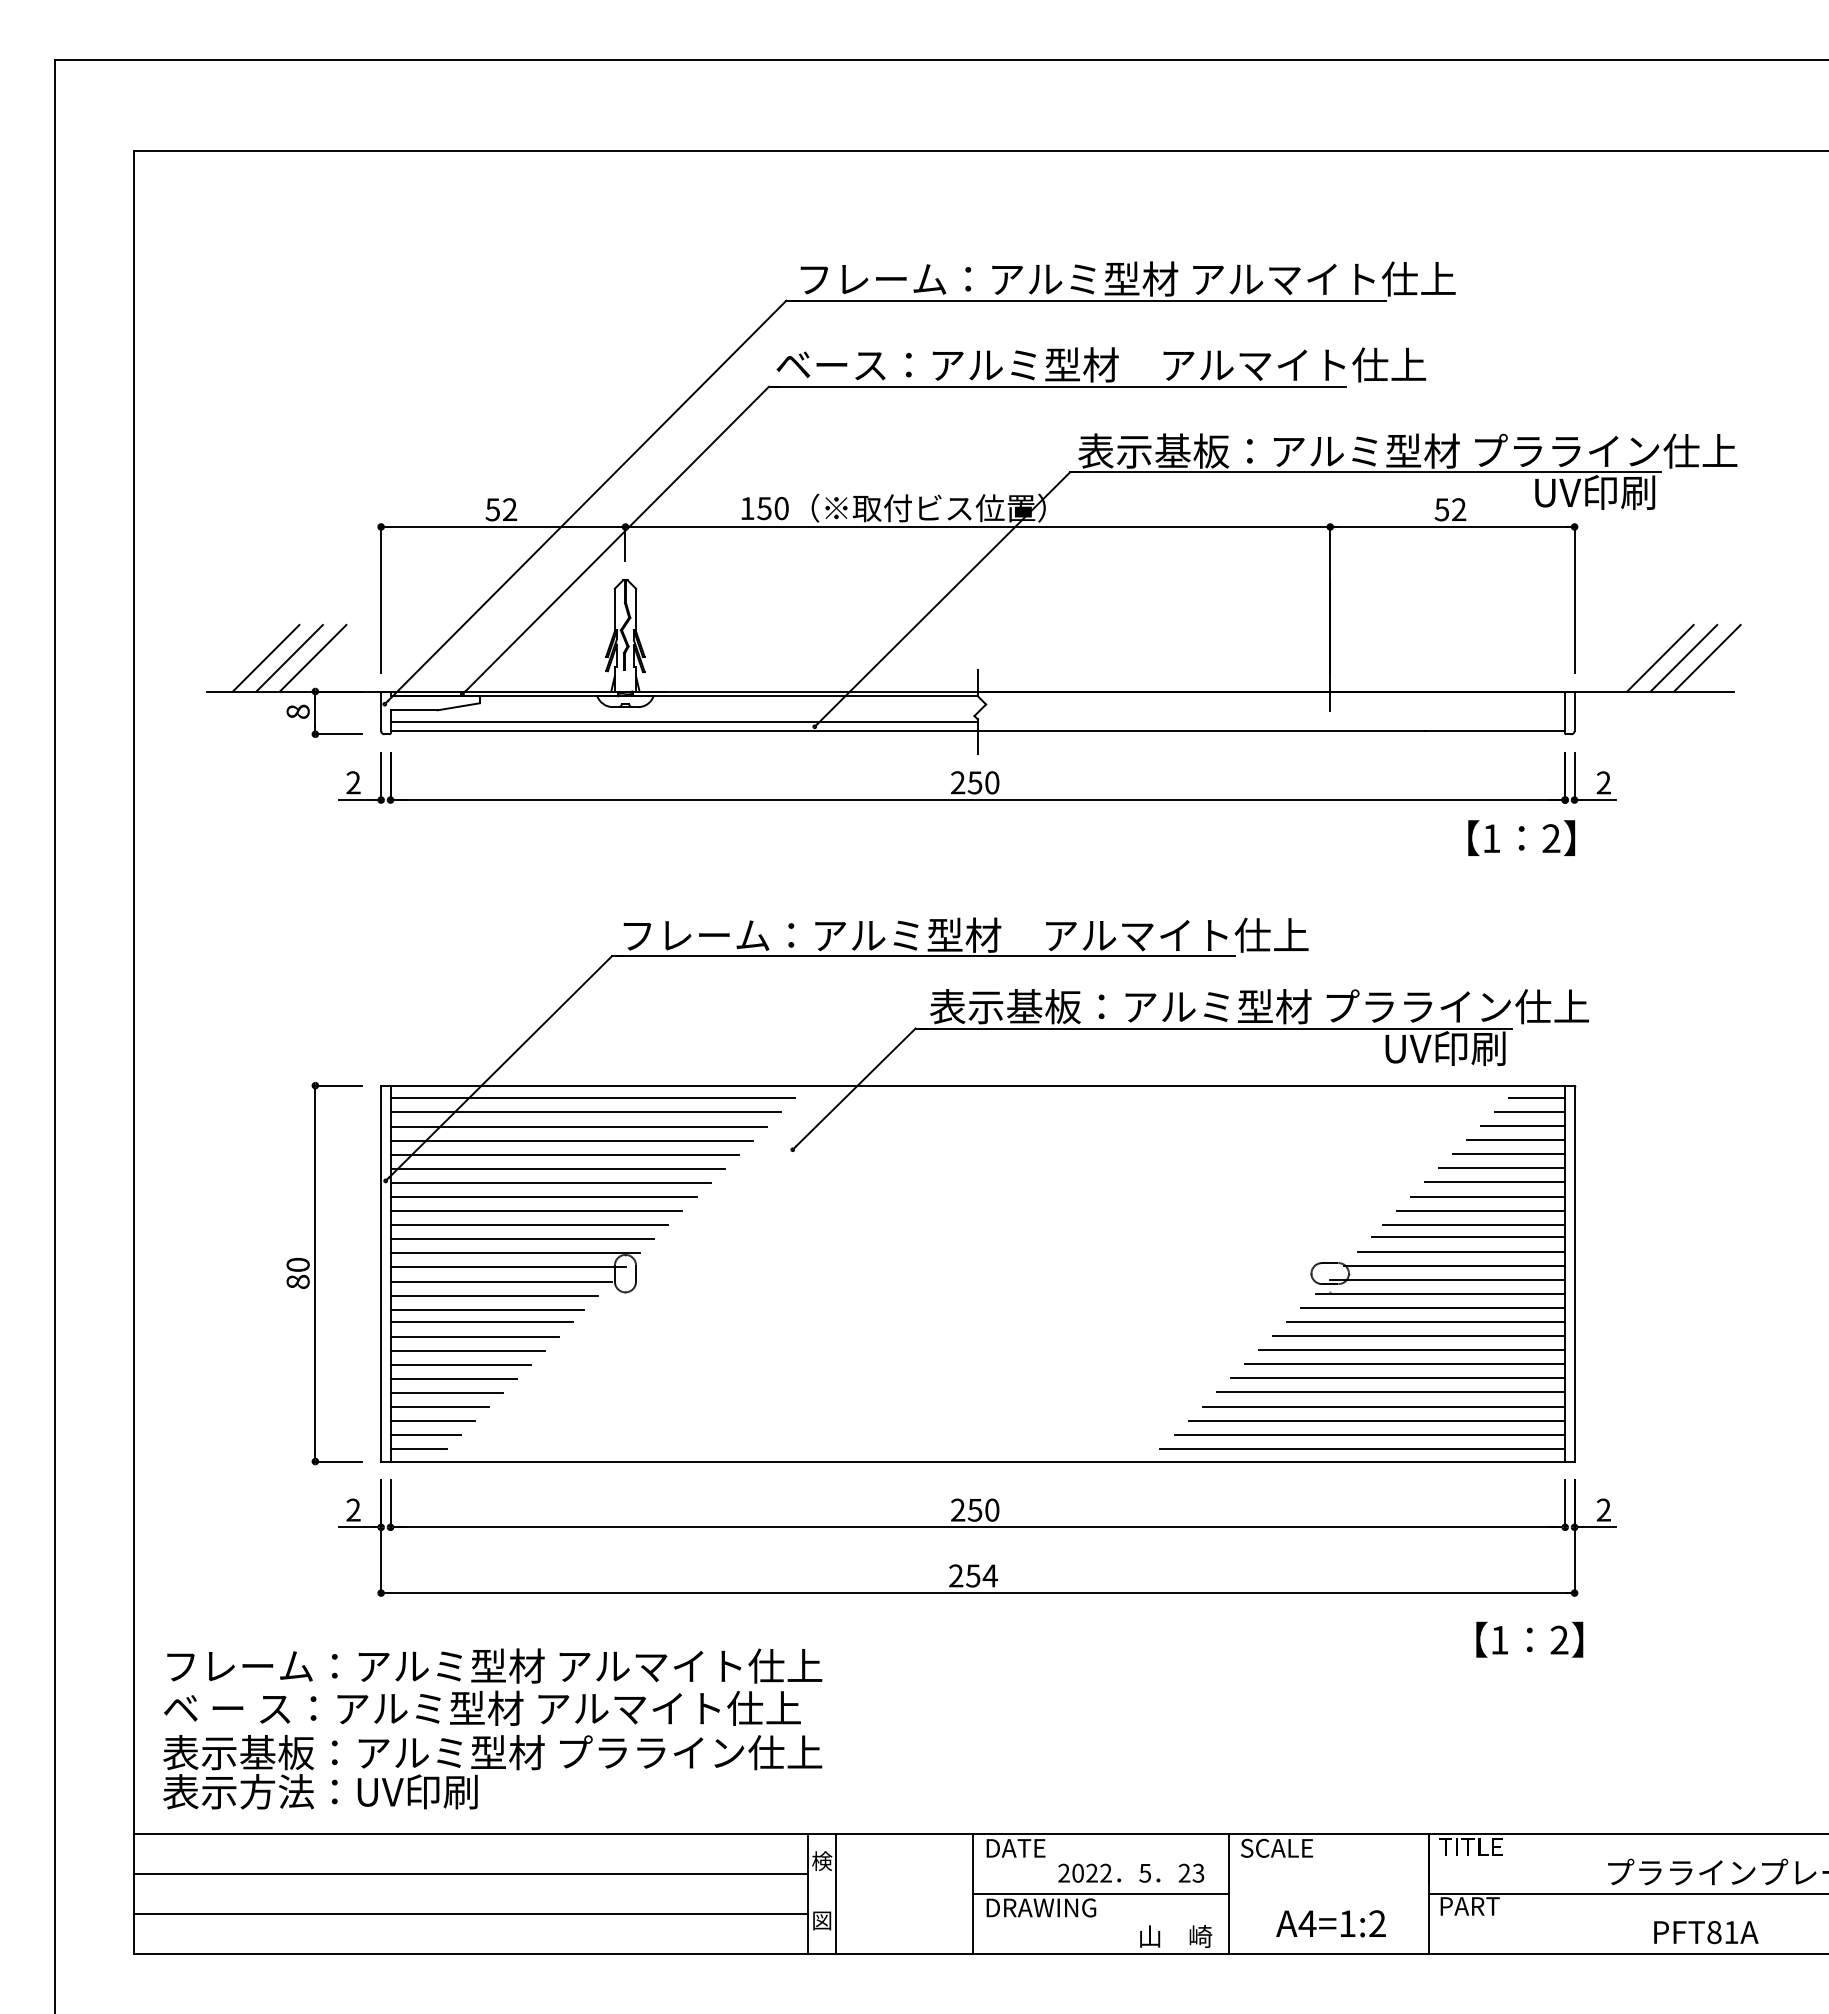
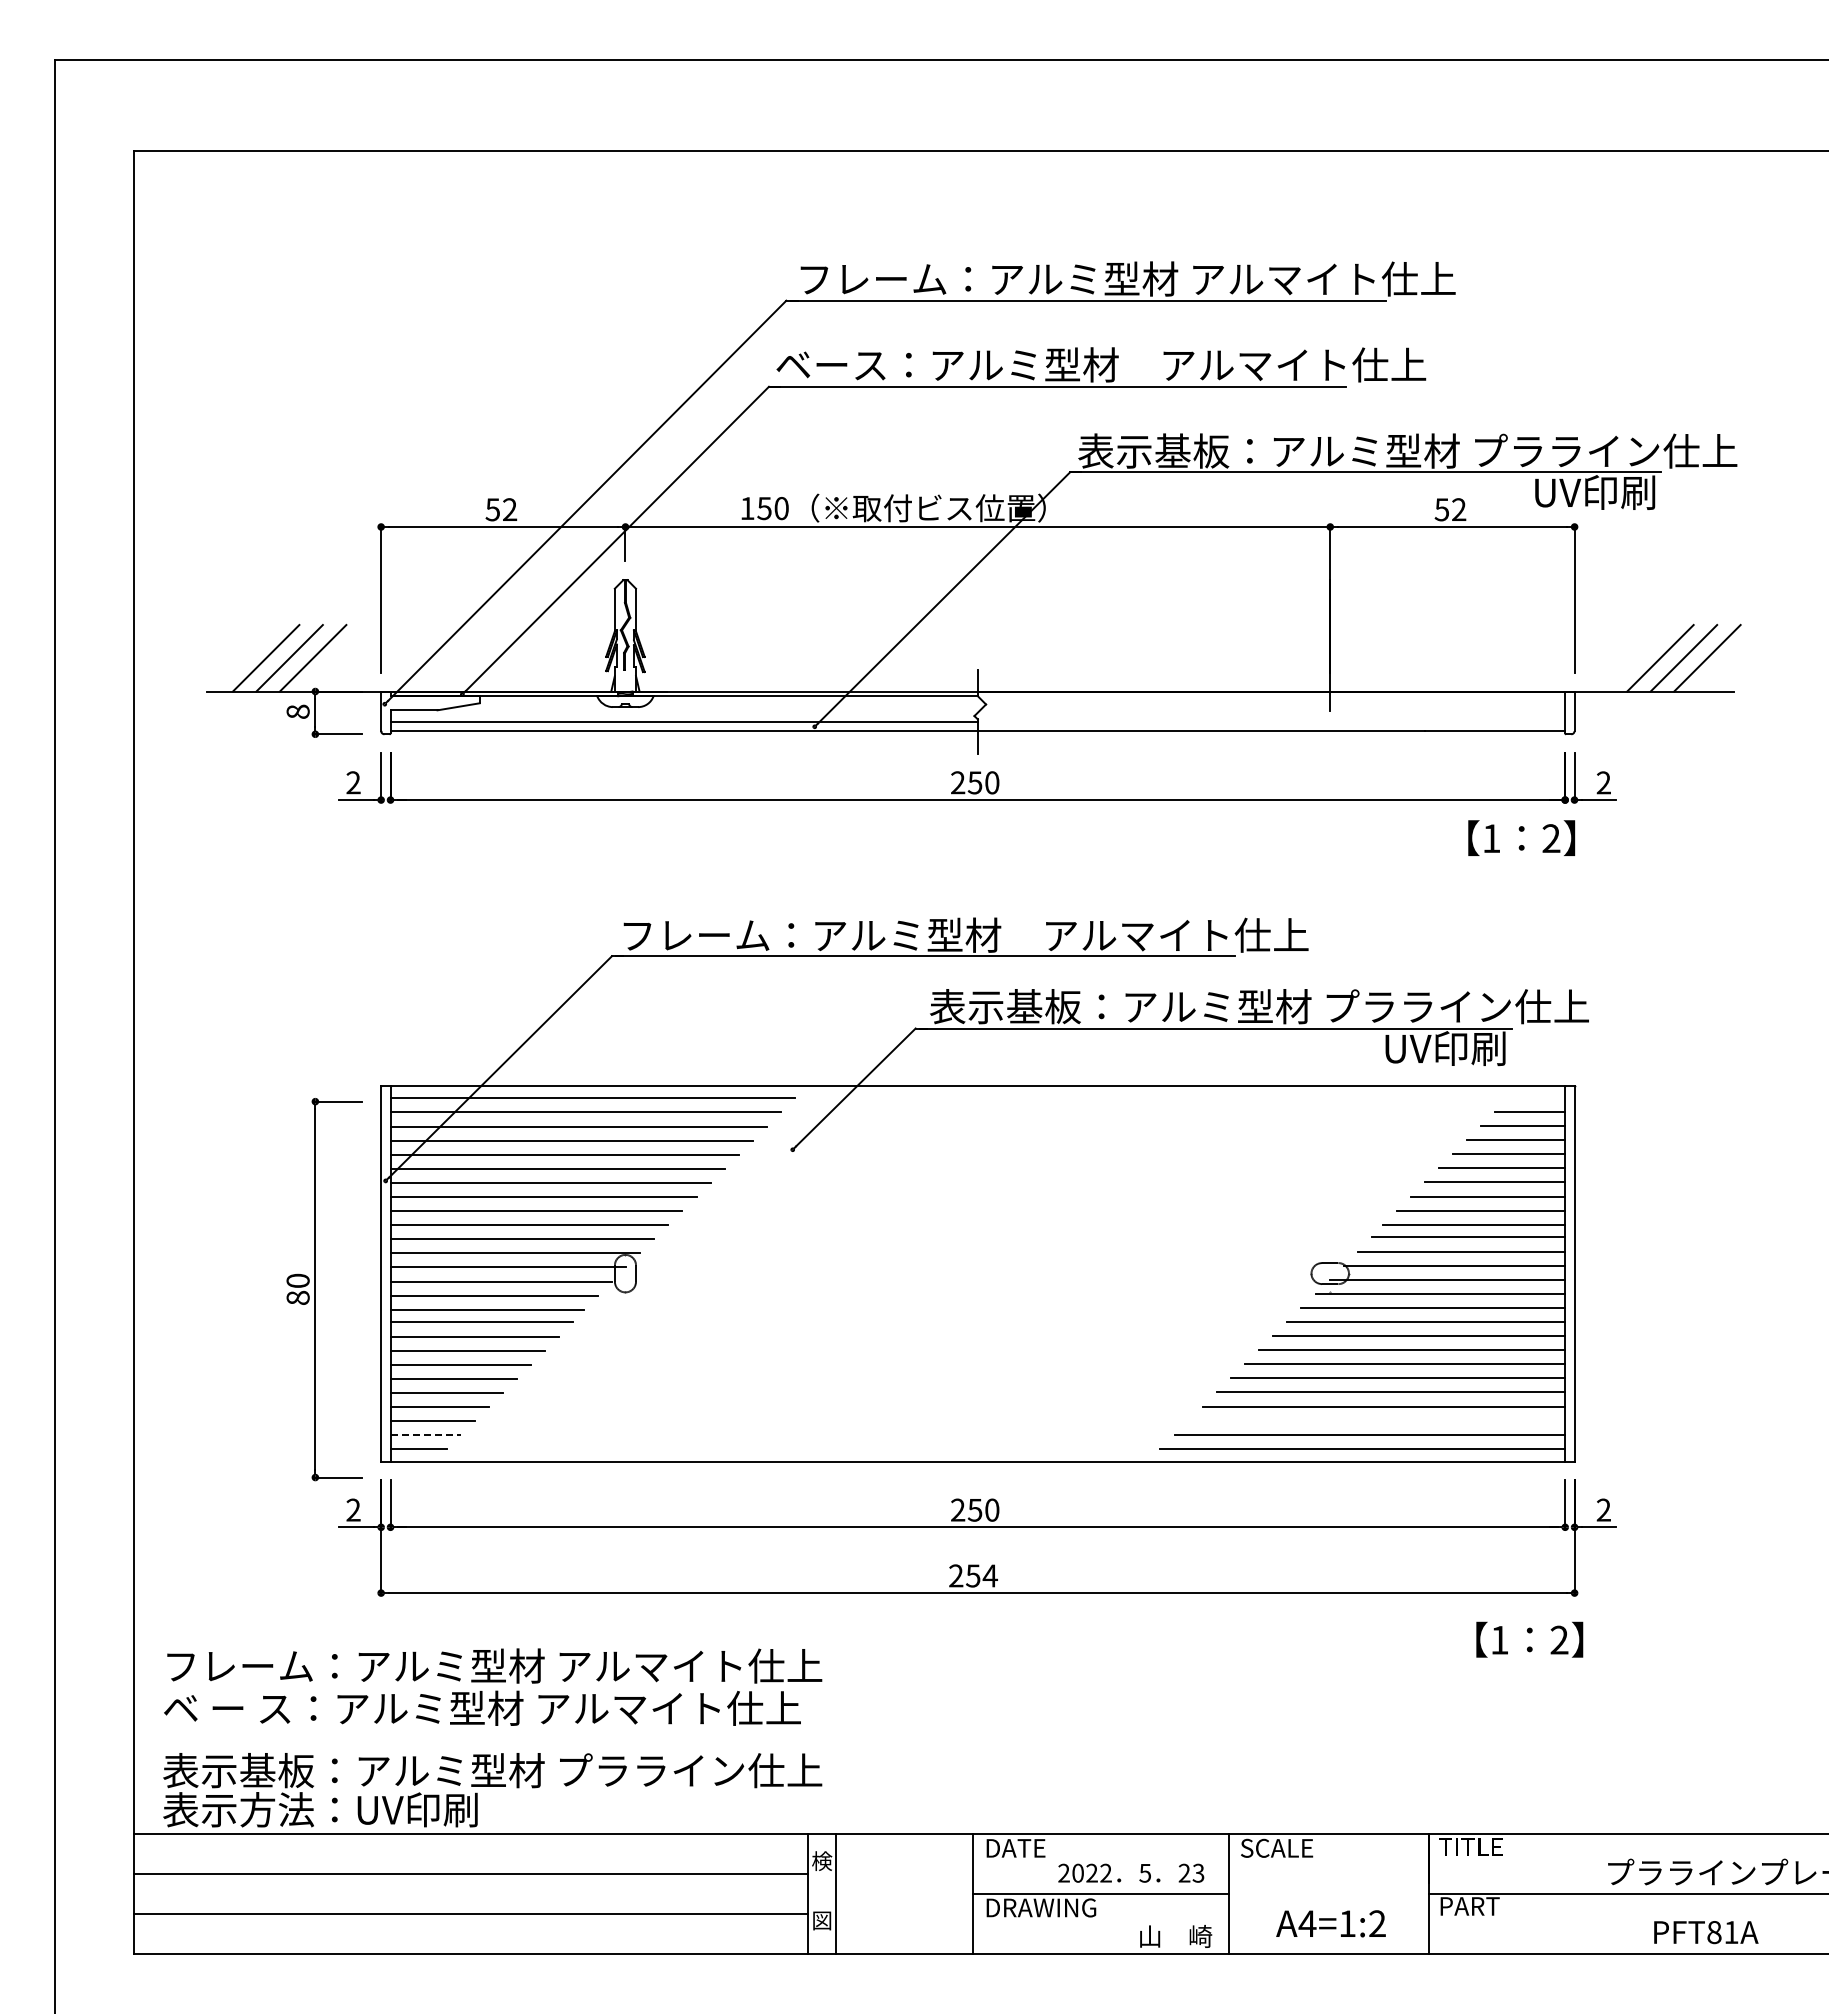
line at (1536, 1097): present -> none
part at (315, 1273) position: (315, 1273) -> (315, 1289)
line at (1376, 1420): present -> none
line at (426, 1435): solid -> dashed
text at (492, 1772) position: (492, 1772) -> (492, 1790)
